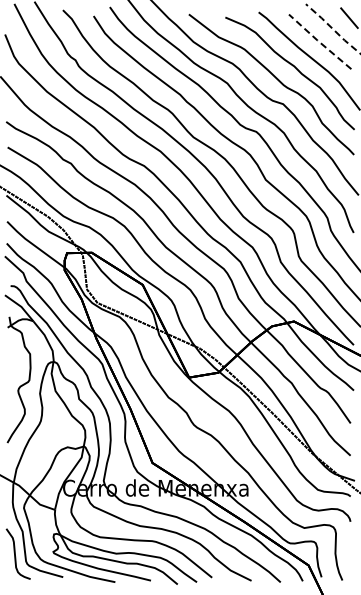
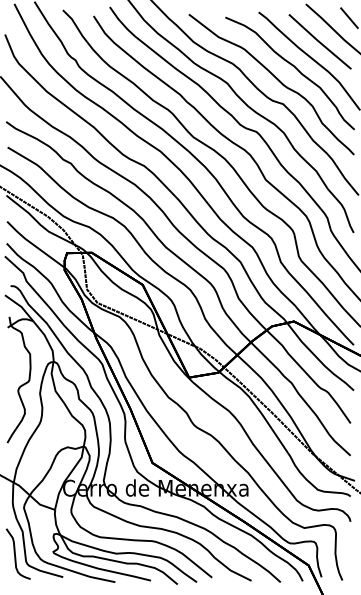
line at (333, 29): dashed -> solid
line at (318, 41): dashed -> solid
